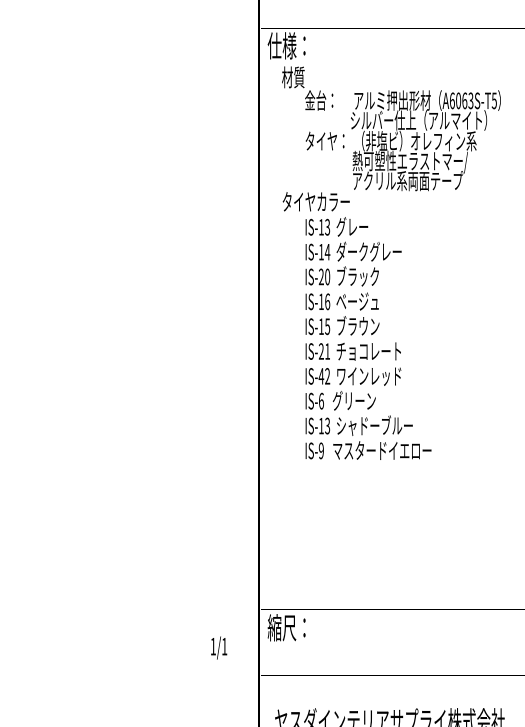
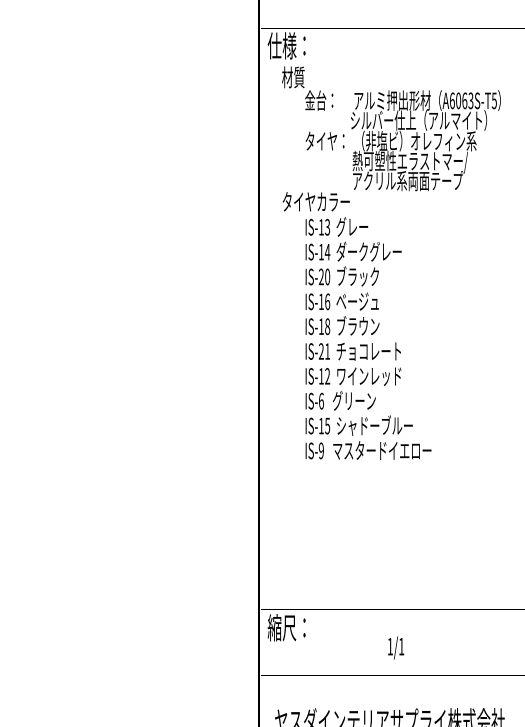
text at (327, 326): IS-15 -> IS-18
text at (321, 376): IS-42 -> IS-12
text at (327, 425): IS-13 -> IS-15
text at (219, 647) position: (219, 647) -> (396, 647)
